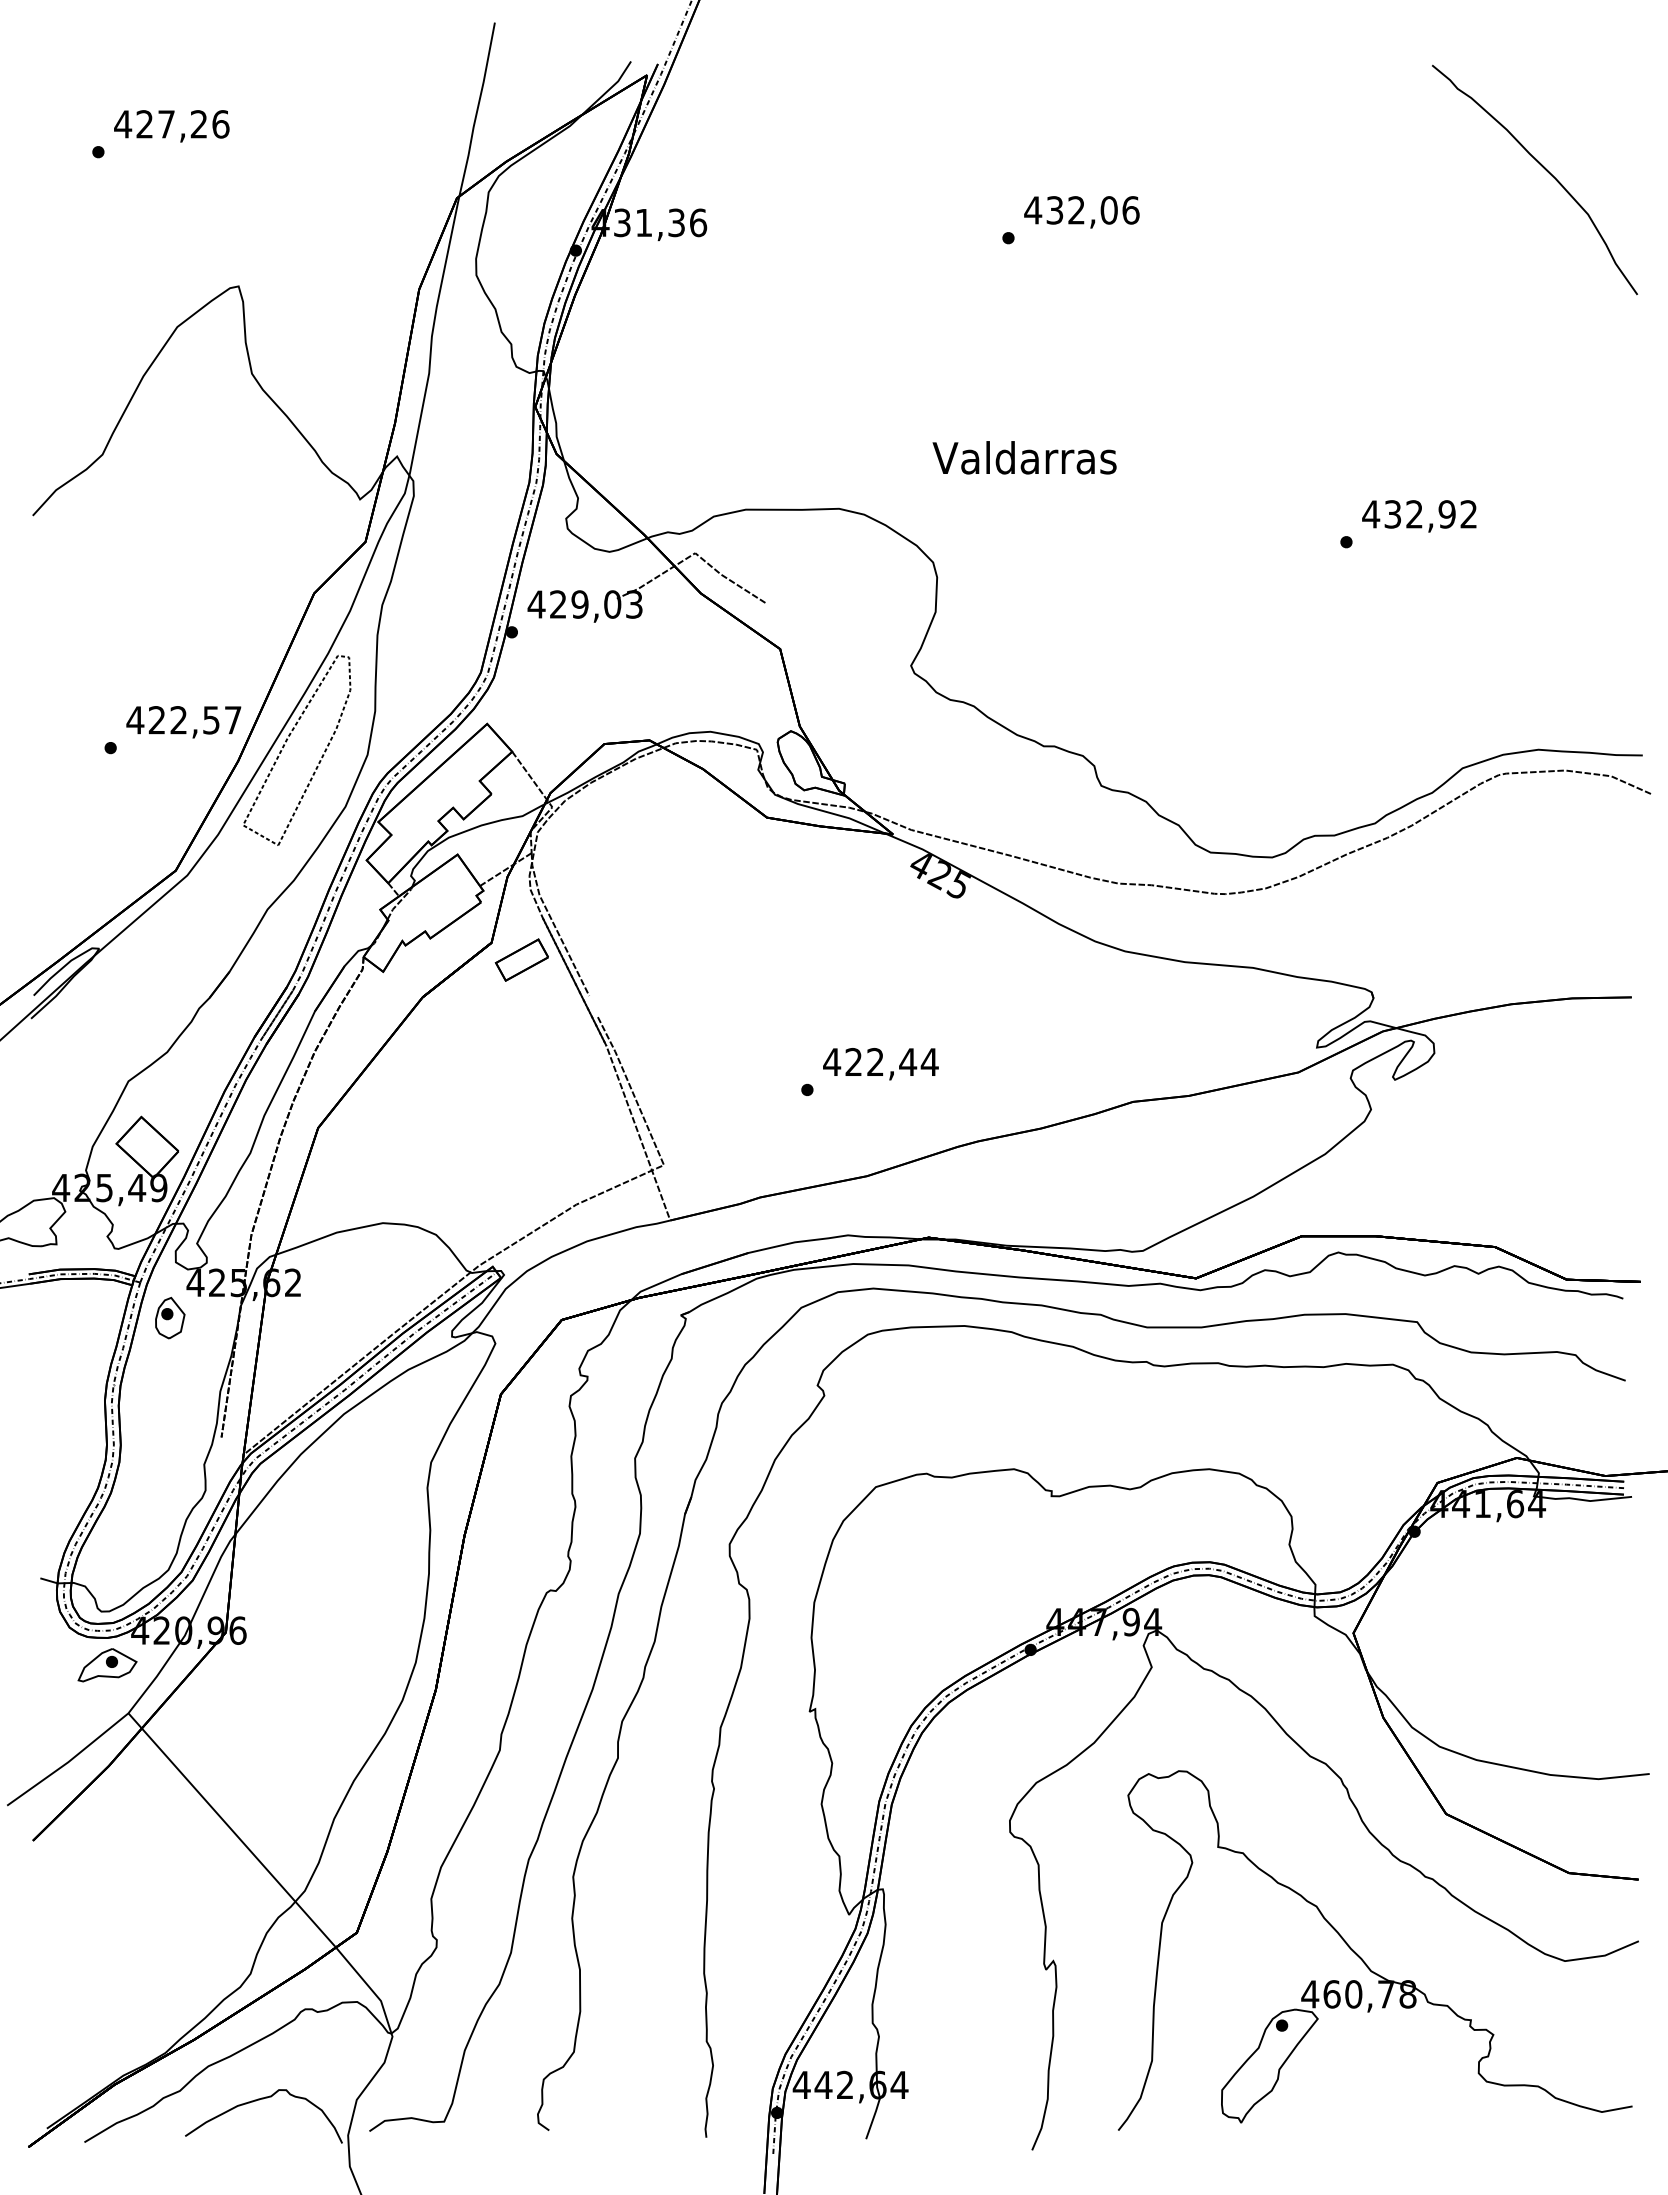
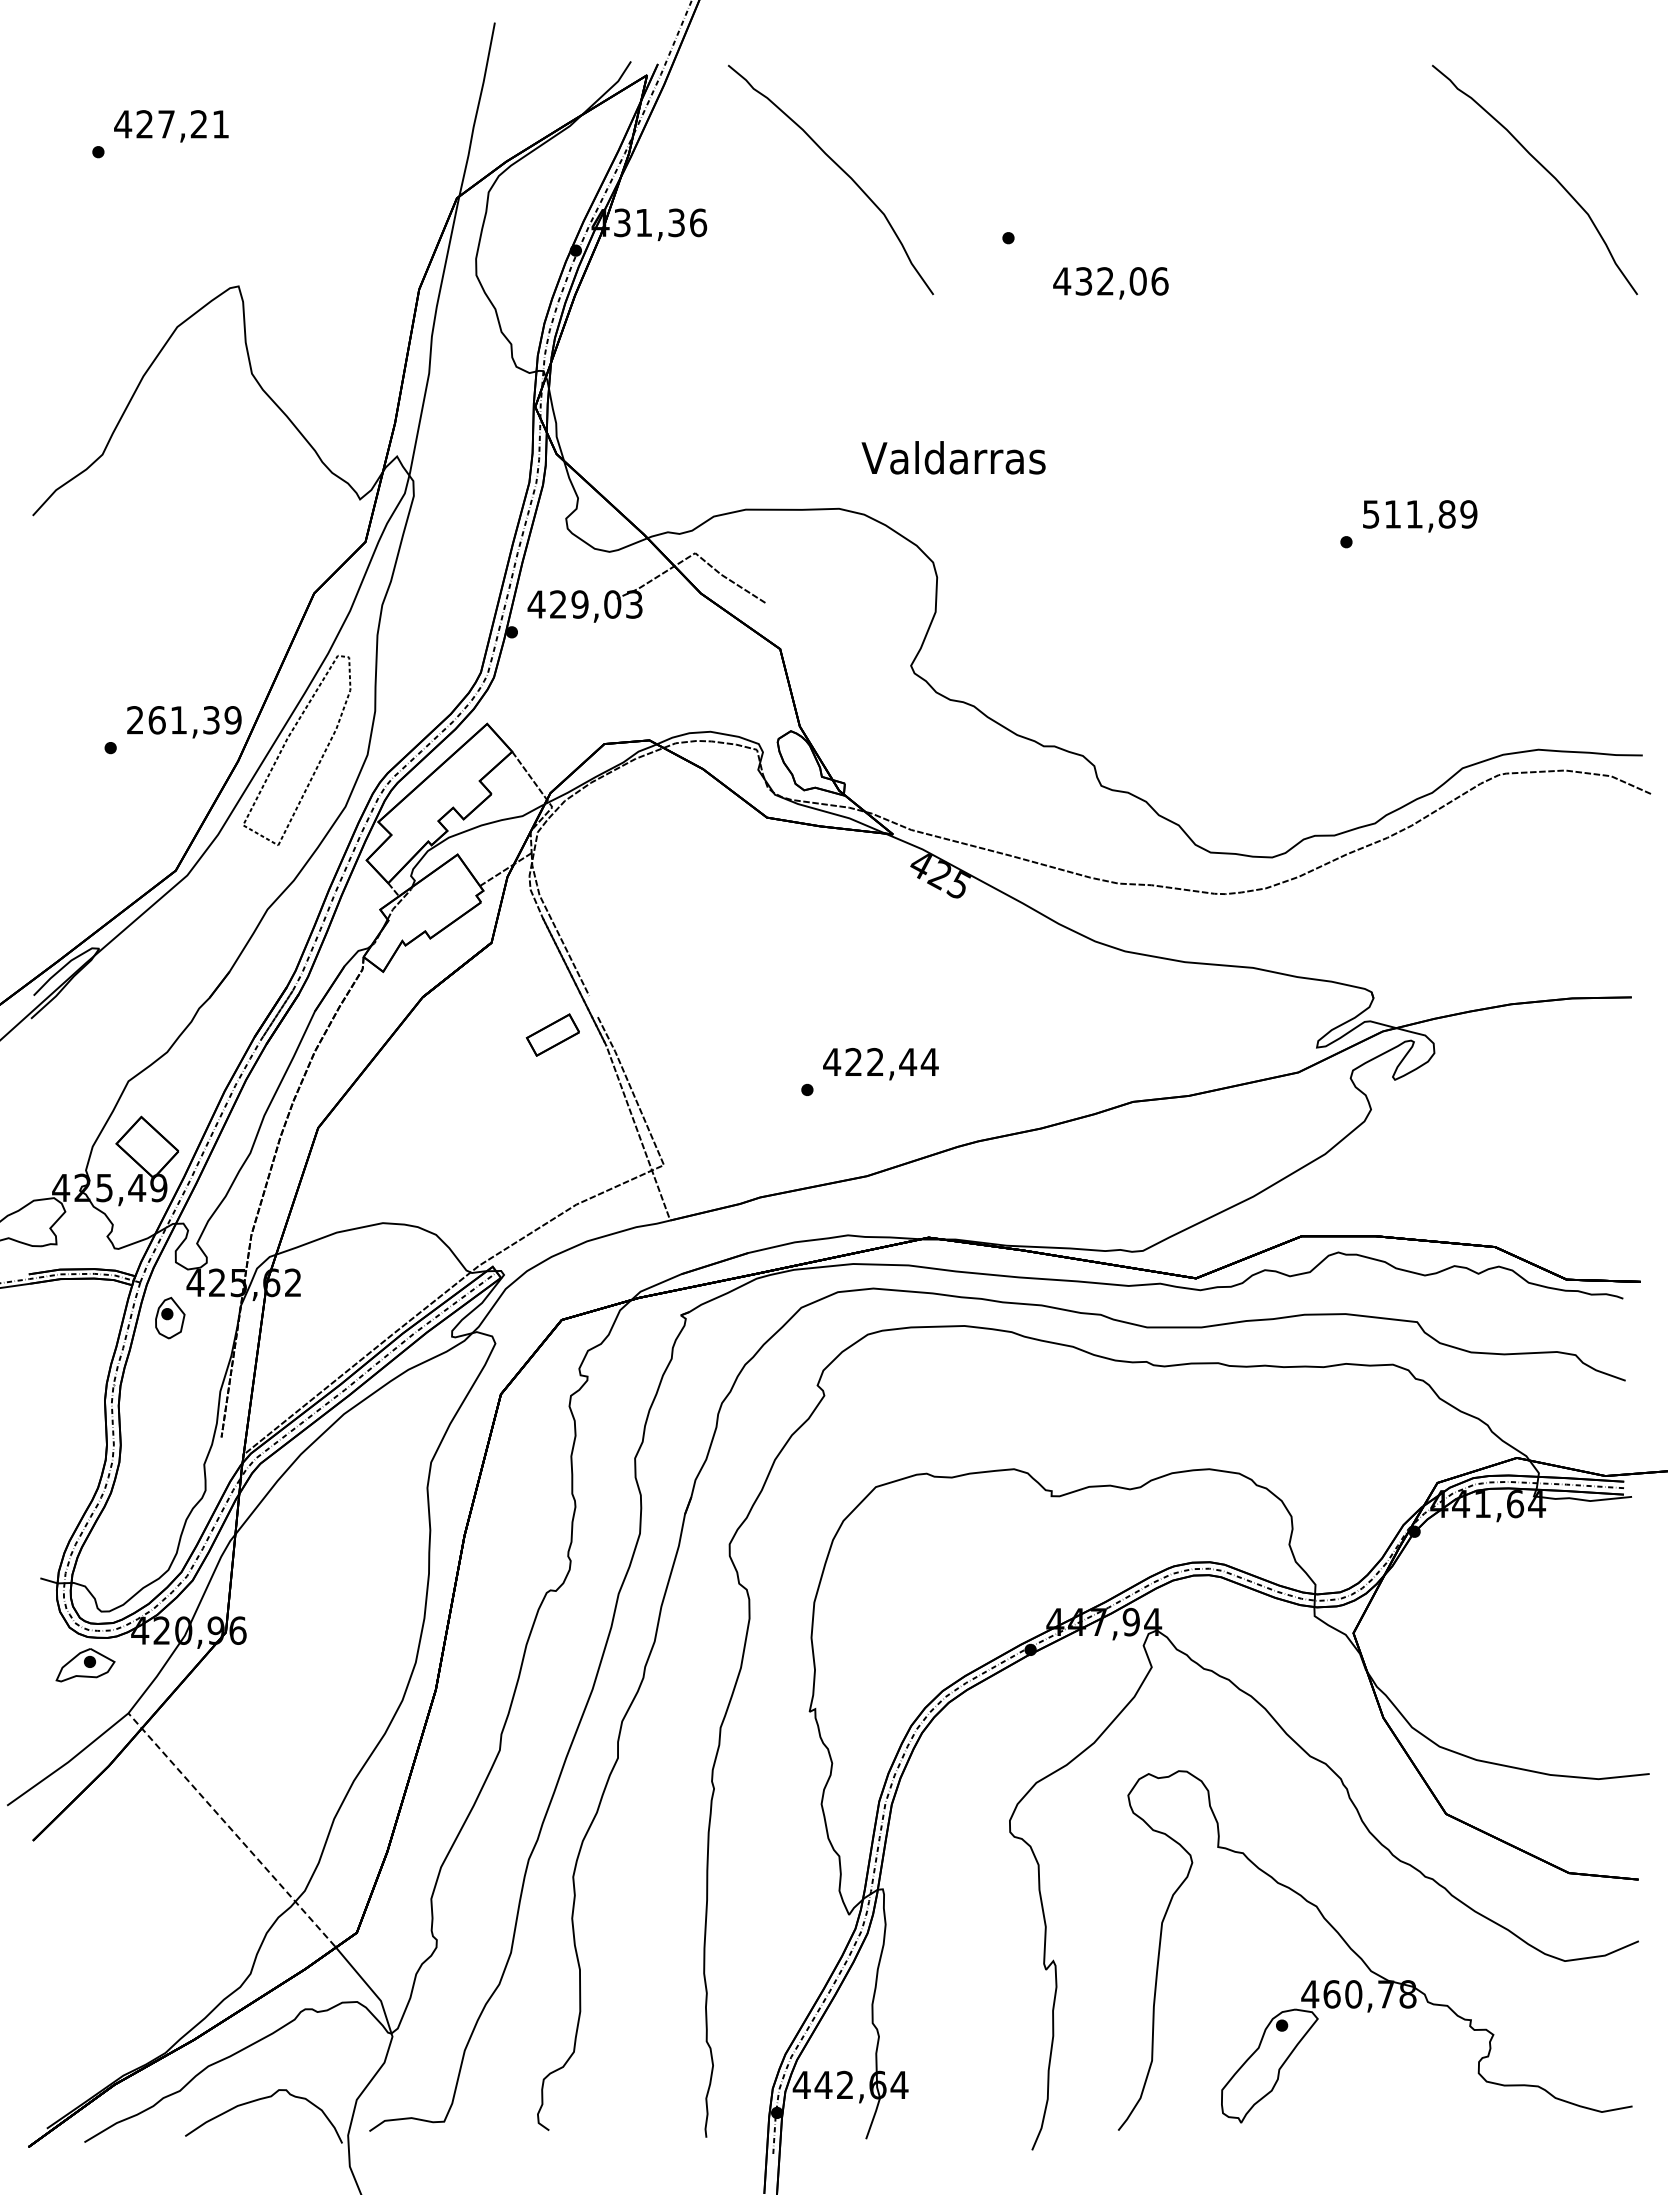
text at (220, 124): 427,26 -> 427,21
curve at (840, 169): none -> present
text at (1081, 212) position: (1081, 212) -> (1110, 283)
text at (1024, 457) position: (1024, 457) -> (953, 457)
text at (1419, 514): 432,92 -> 511,89
text at (183, 720): 422,57 -> 261,39
part at (521, 959) position: (521, 959) -> (552, 1034)
part at (107, 1665) position: (107, 1665) -> (85, 1665)
line at (231, 1829): solid -> dashed
